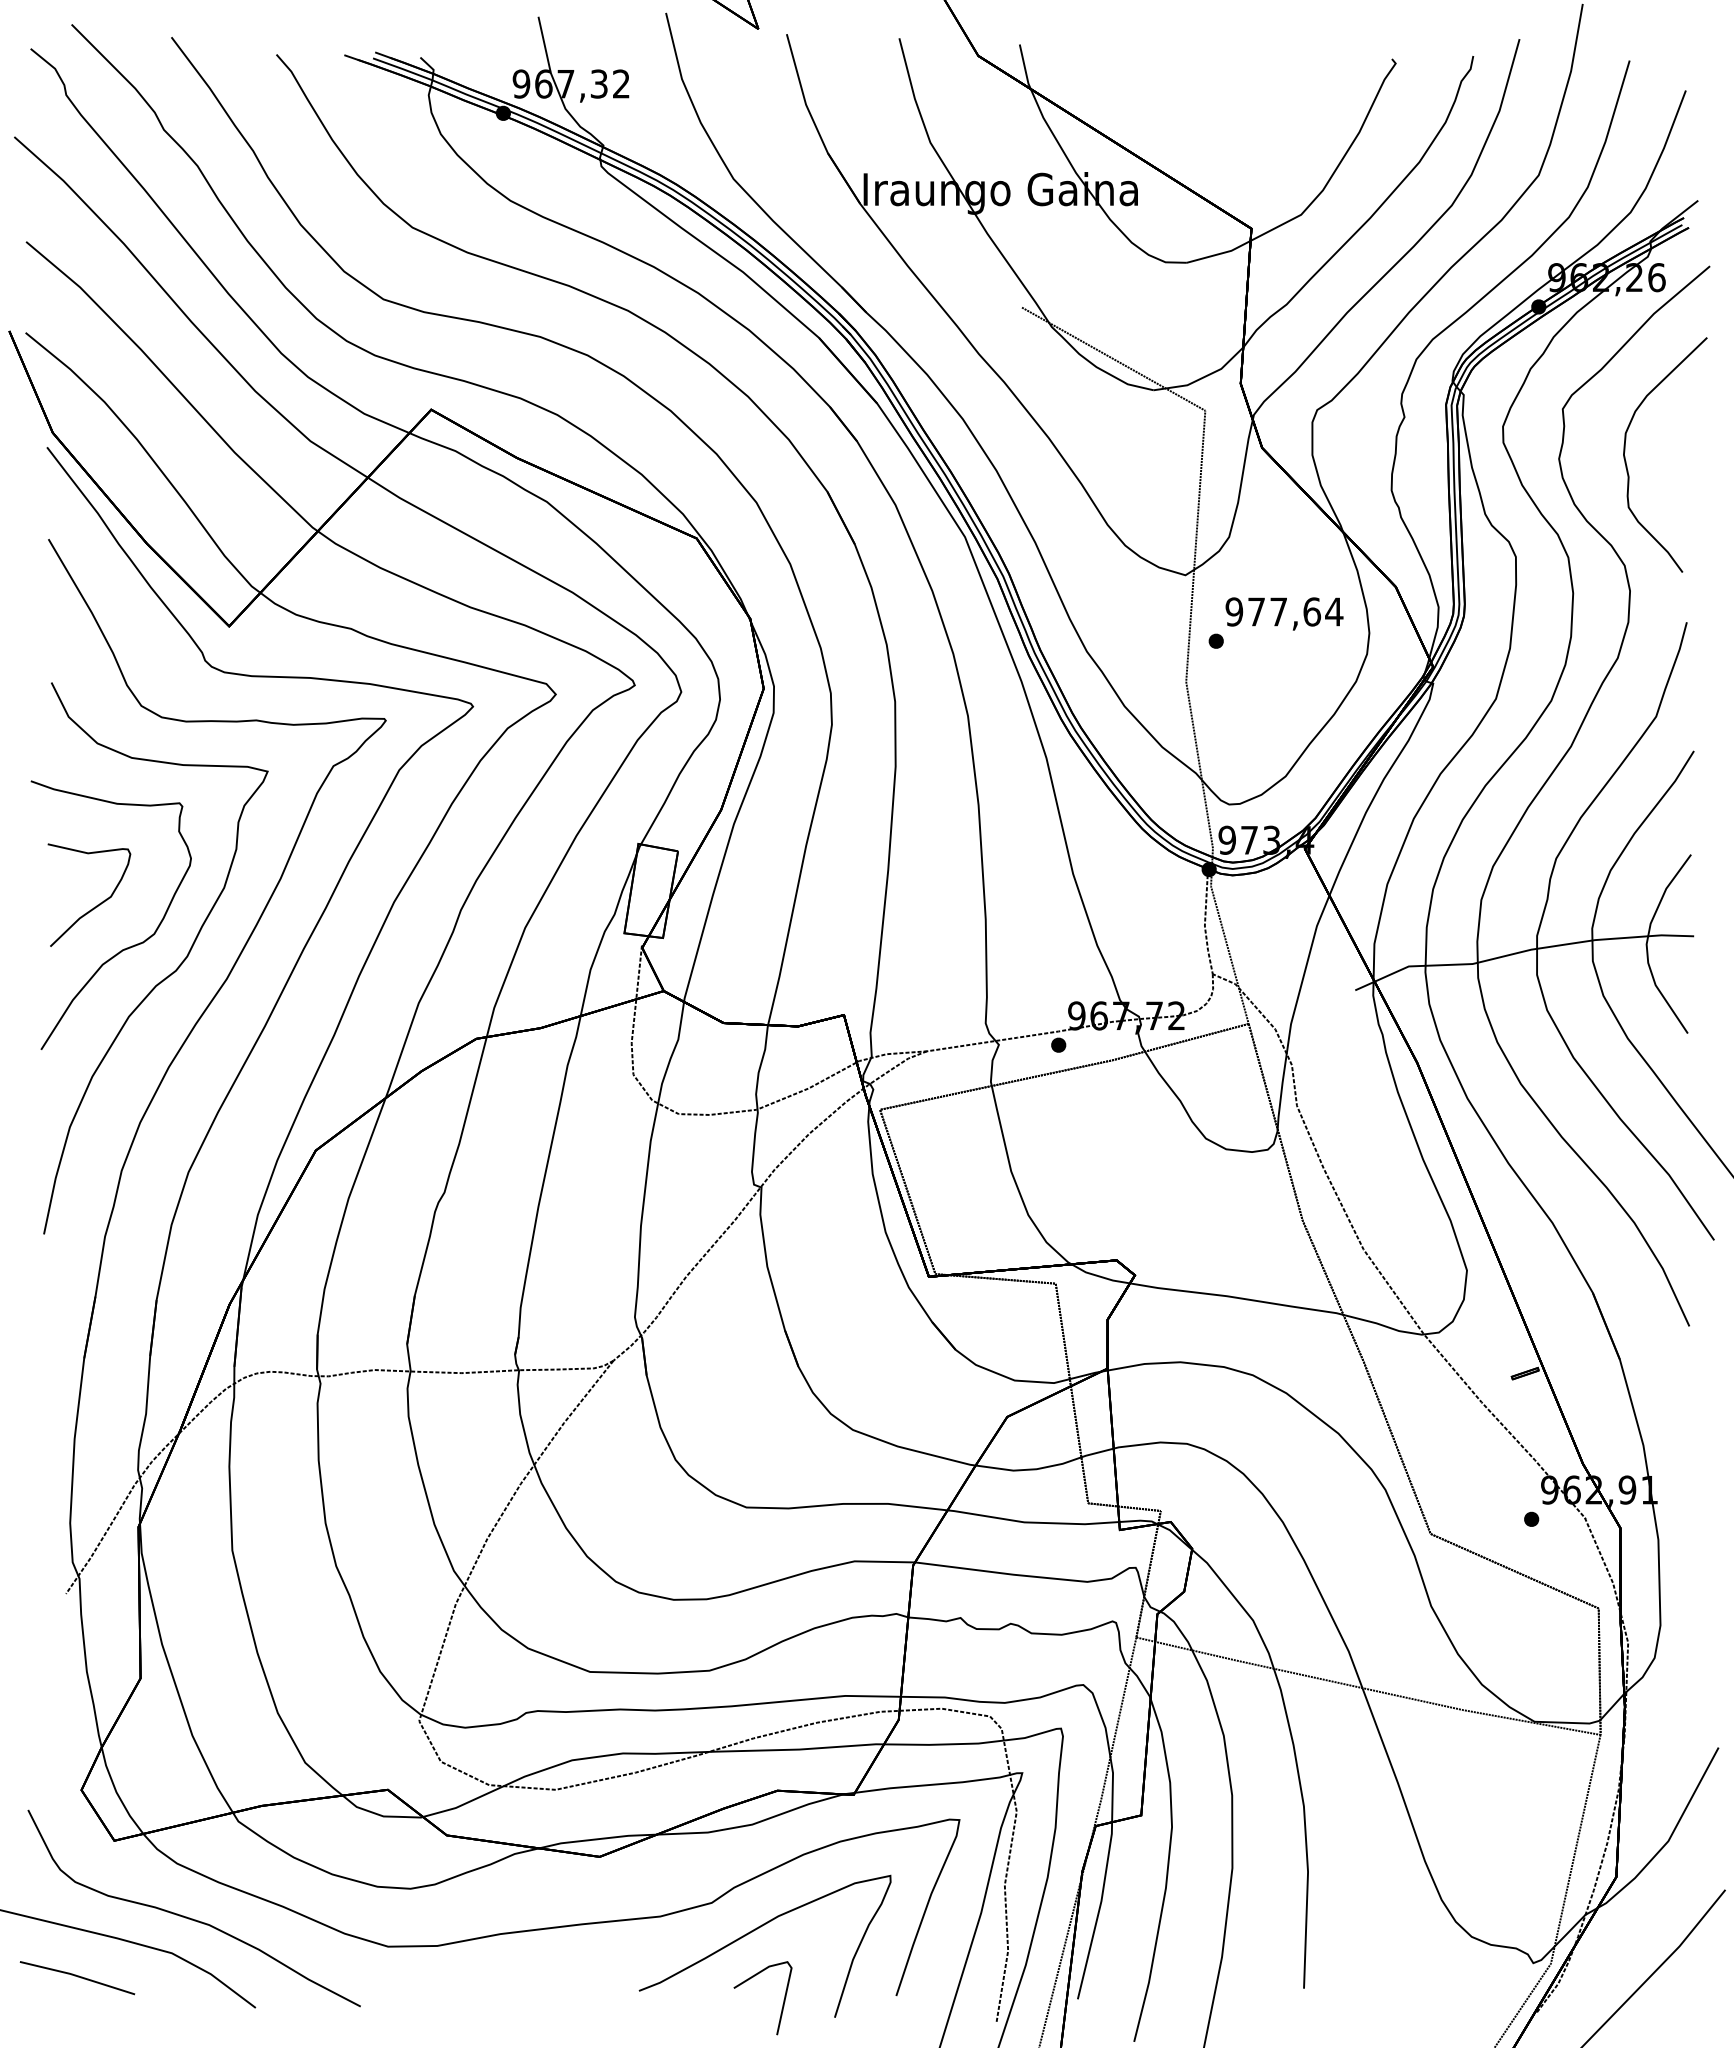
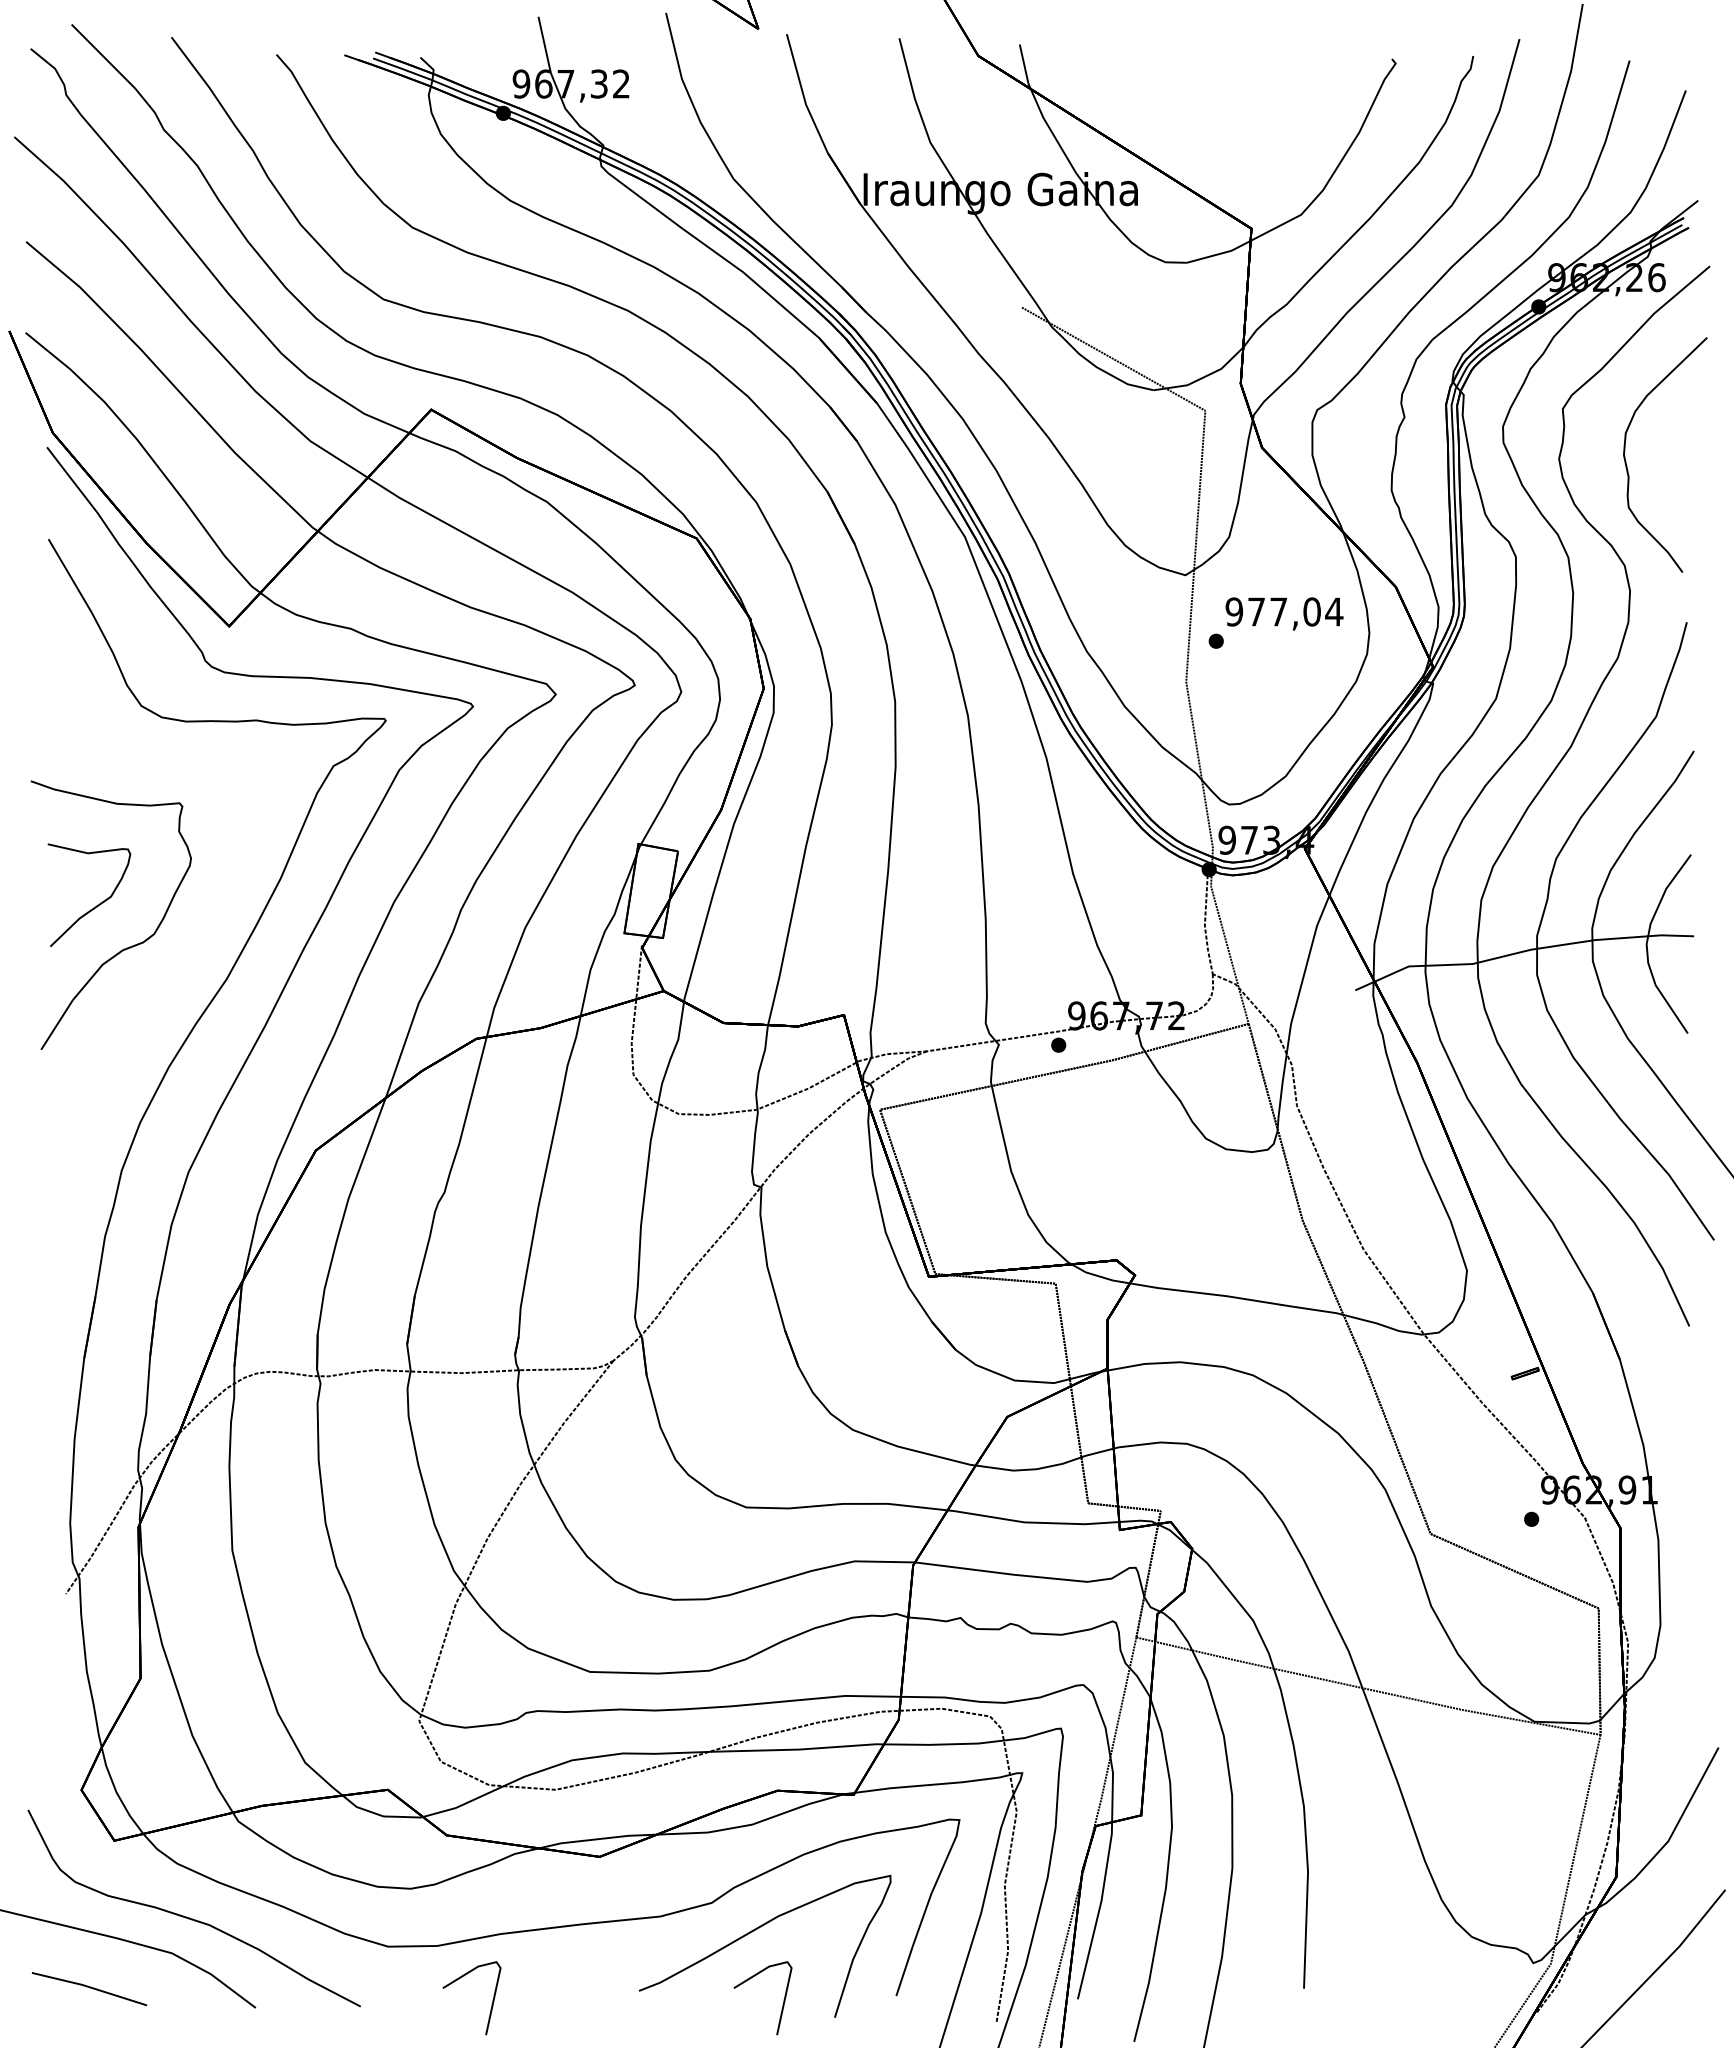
text at (1312, 611): 977,64 -> 977,04
curve at (166, 976): present -> none
line at (77, 1977) position: (77, 1977) -> (89, 1988)
line at (491, 2004): none -> present
